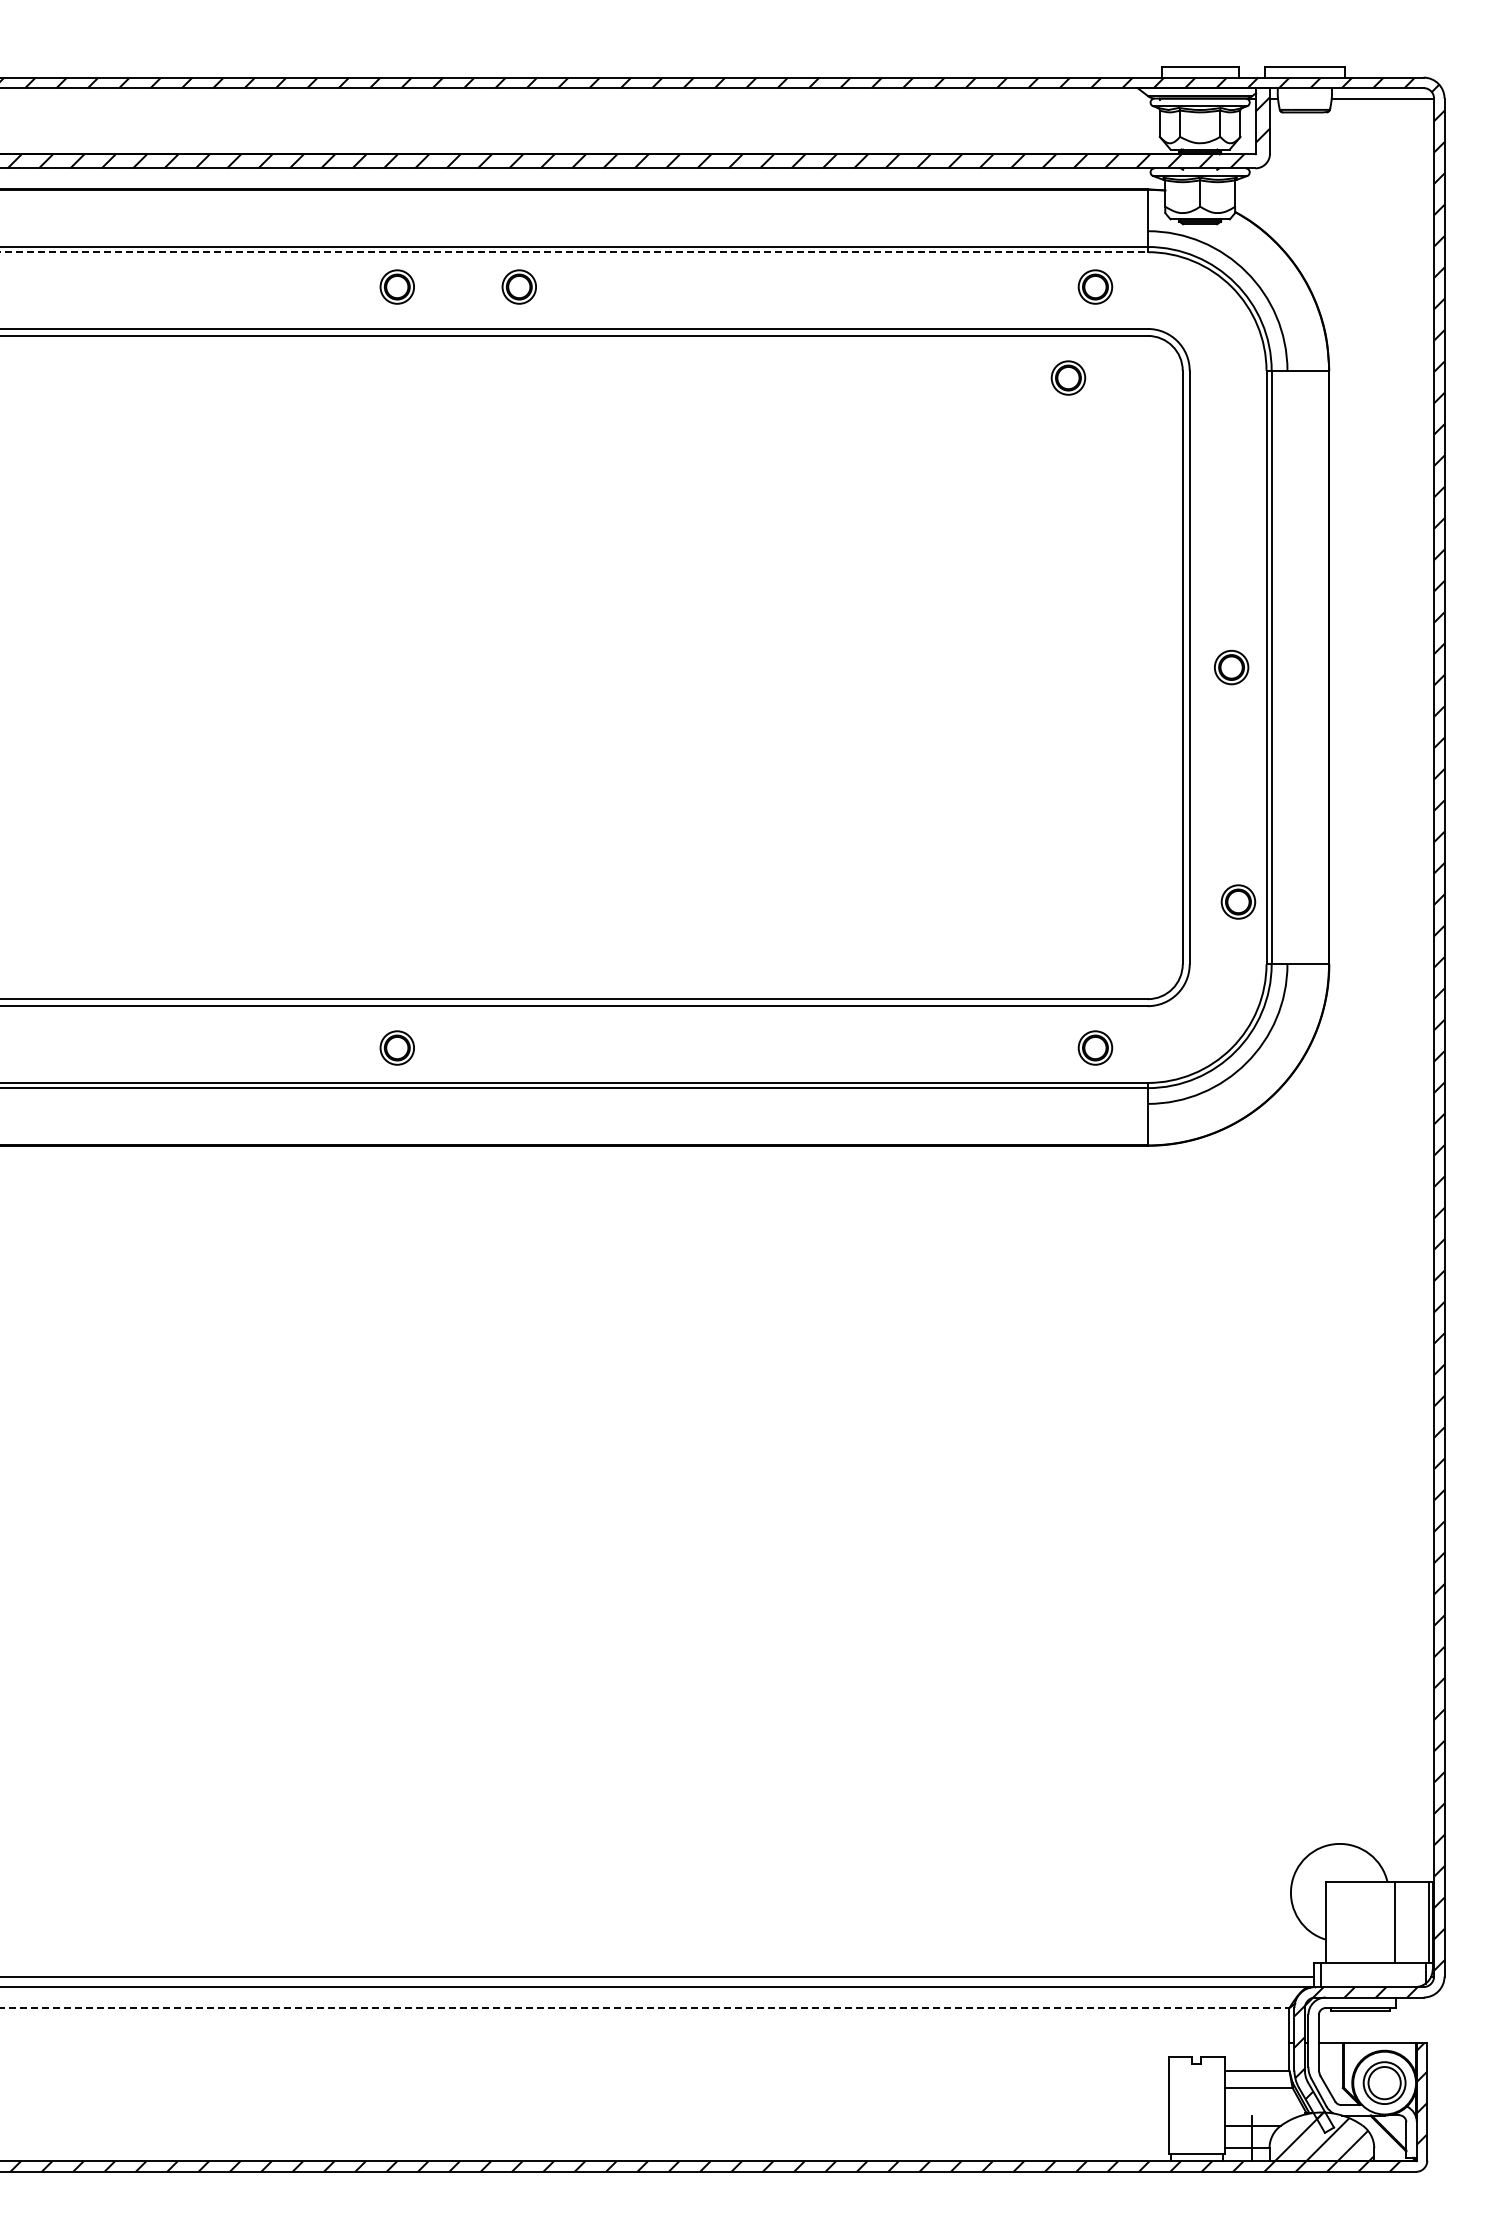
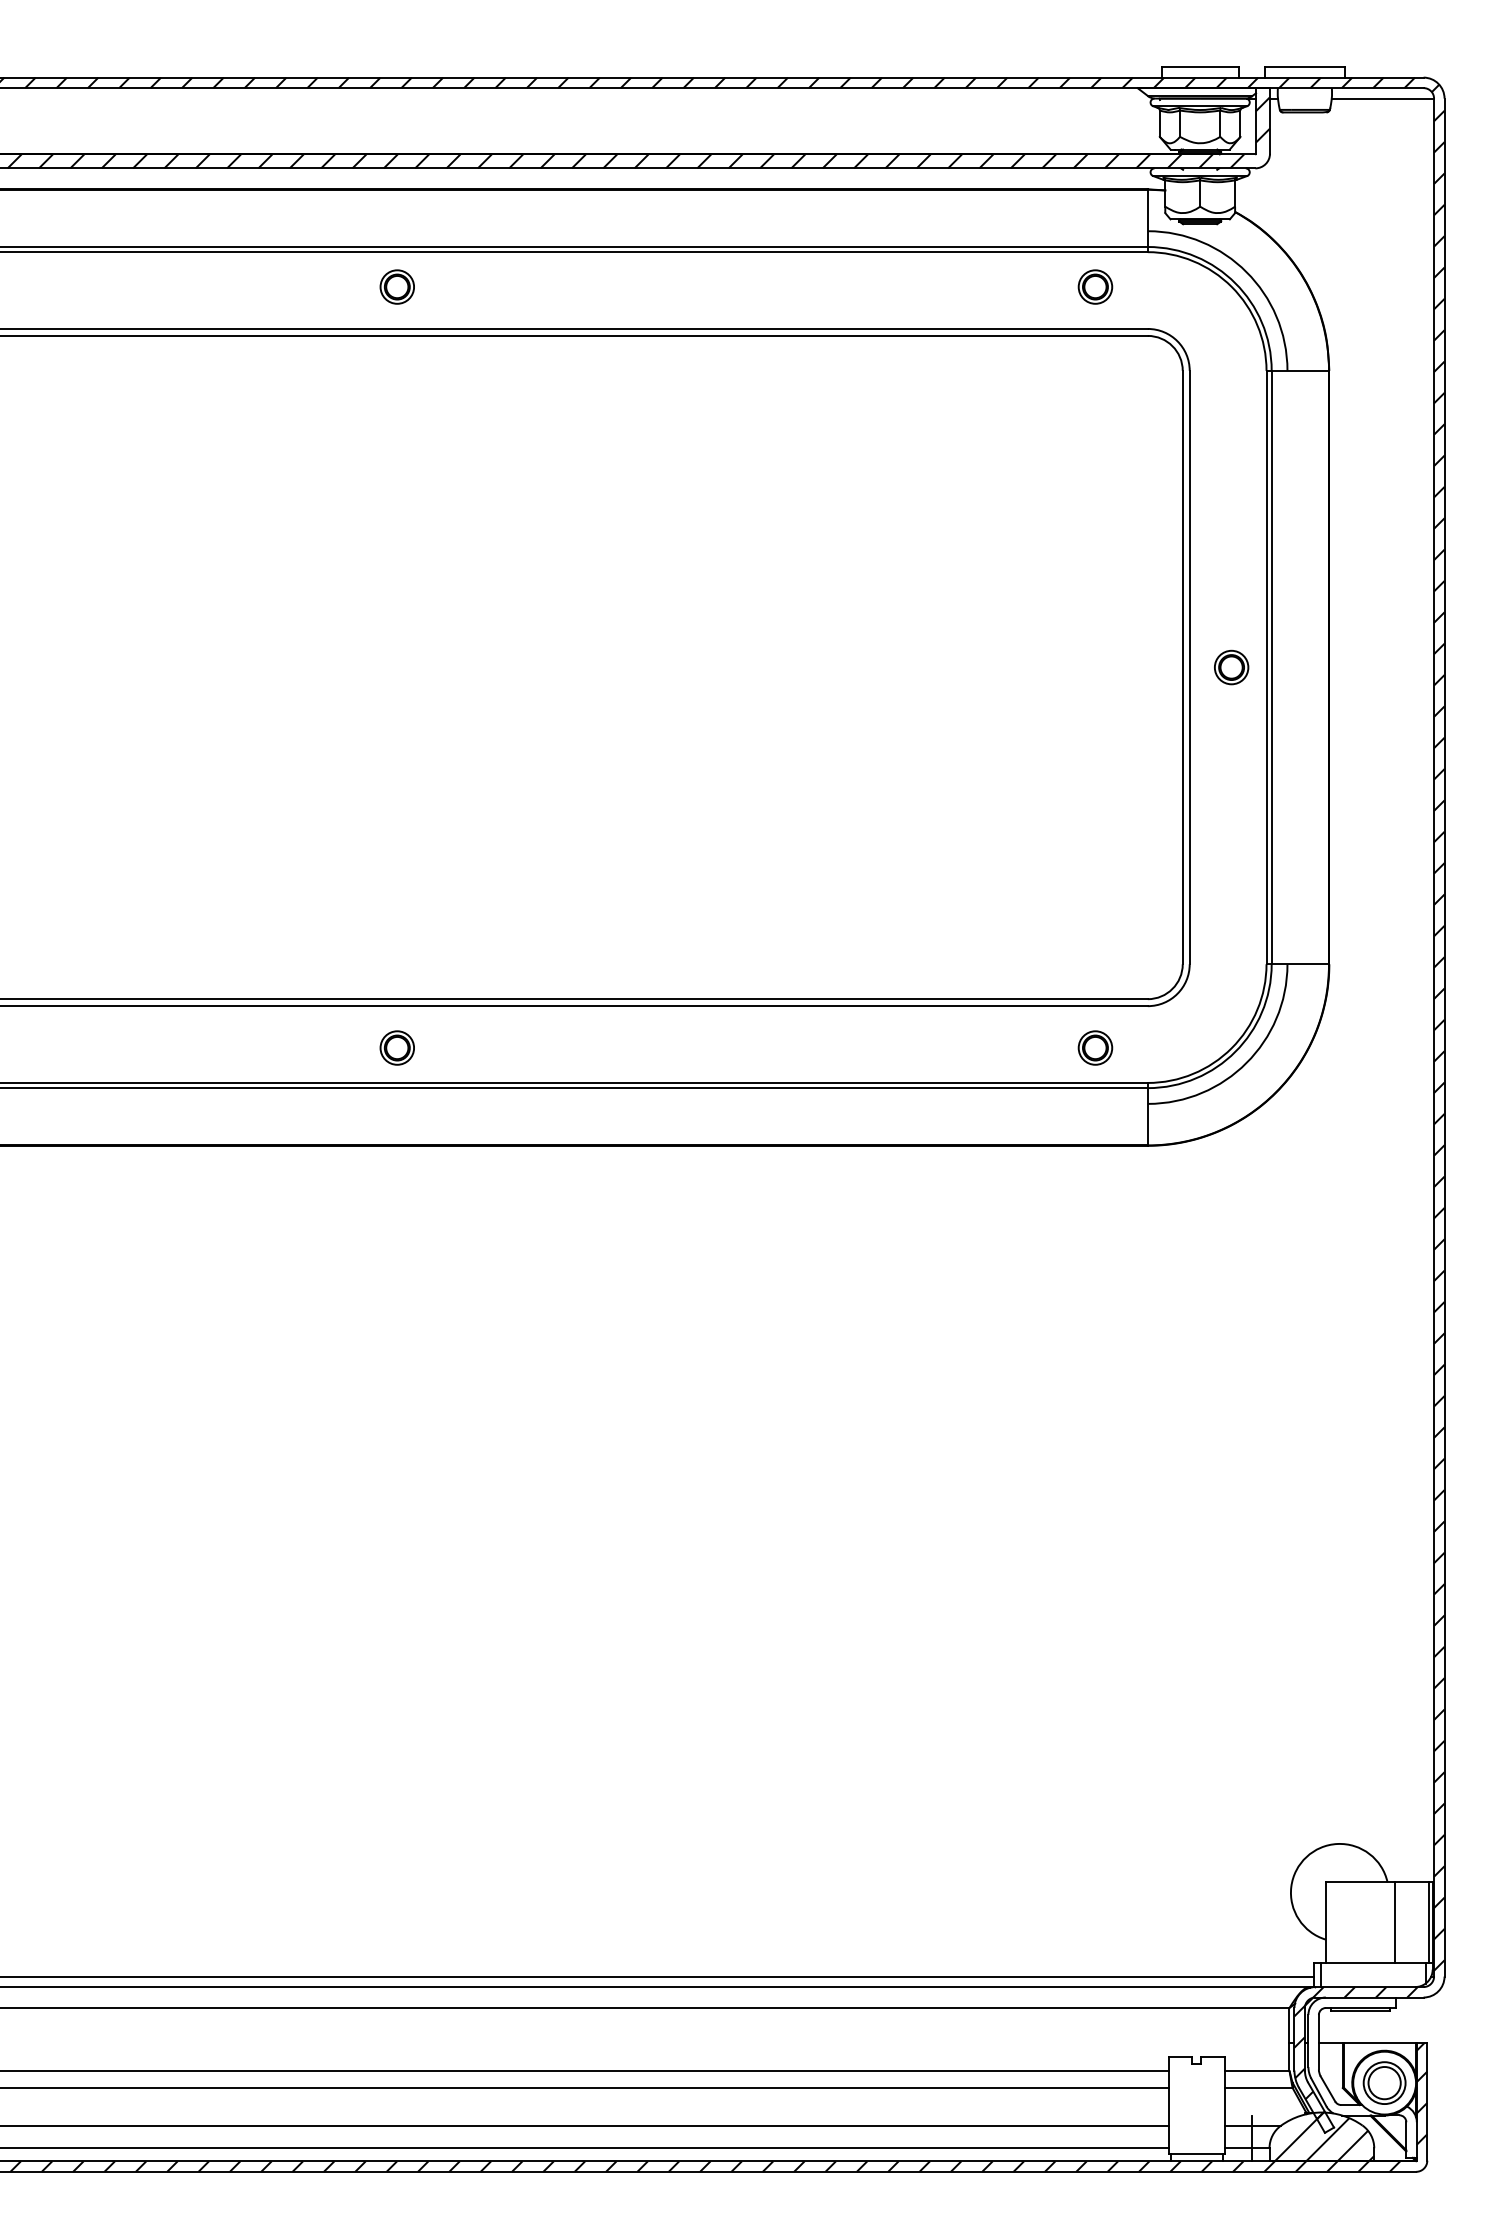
line at (574, 252): dashed -> solid
part at (518, 286): present -> none
part at (1068, 377): present -> none
part at (1238, 901): present -> none
line at (645, 2008): dashed -> solid
line at (585, 2070): none -> present
line at (585, 2088): none -> present
line at (585, 2125): none -> present
line at (585, 2148): none -> present
